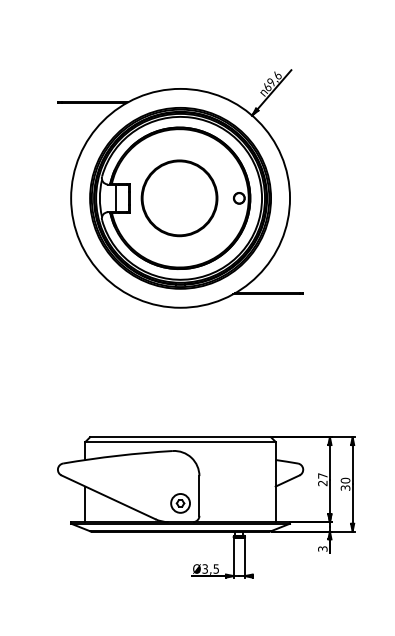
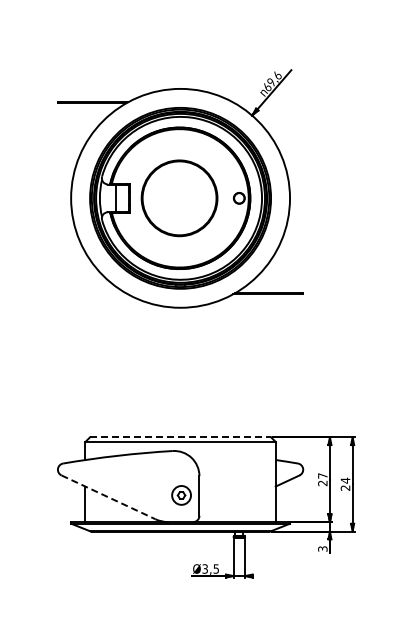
line at (181, 437): solid -> dashed
text at (345, 483): 30 -> 24
line at (108, 497): solid -> dashed
part at (180, 503) position: (180, 503) -> (181, 495)
